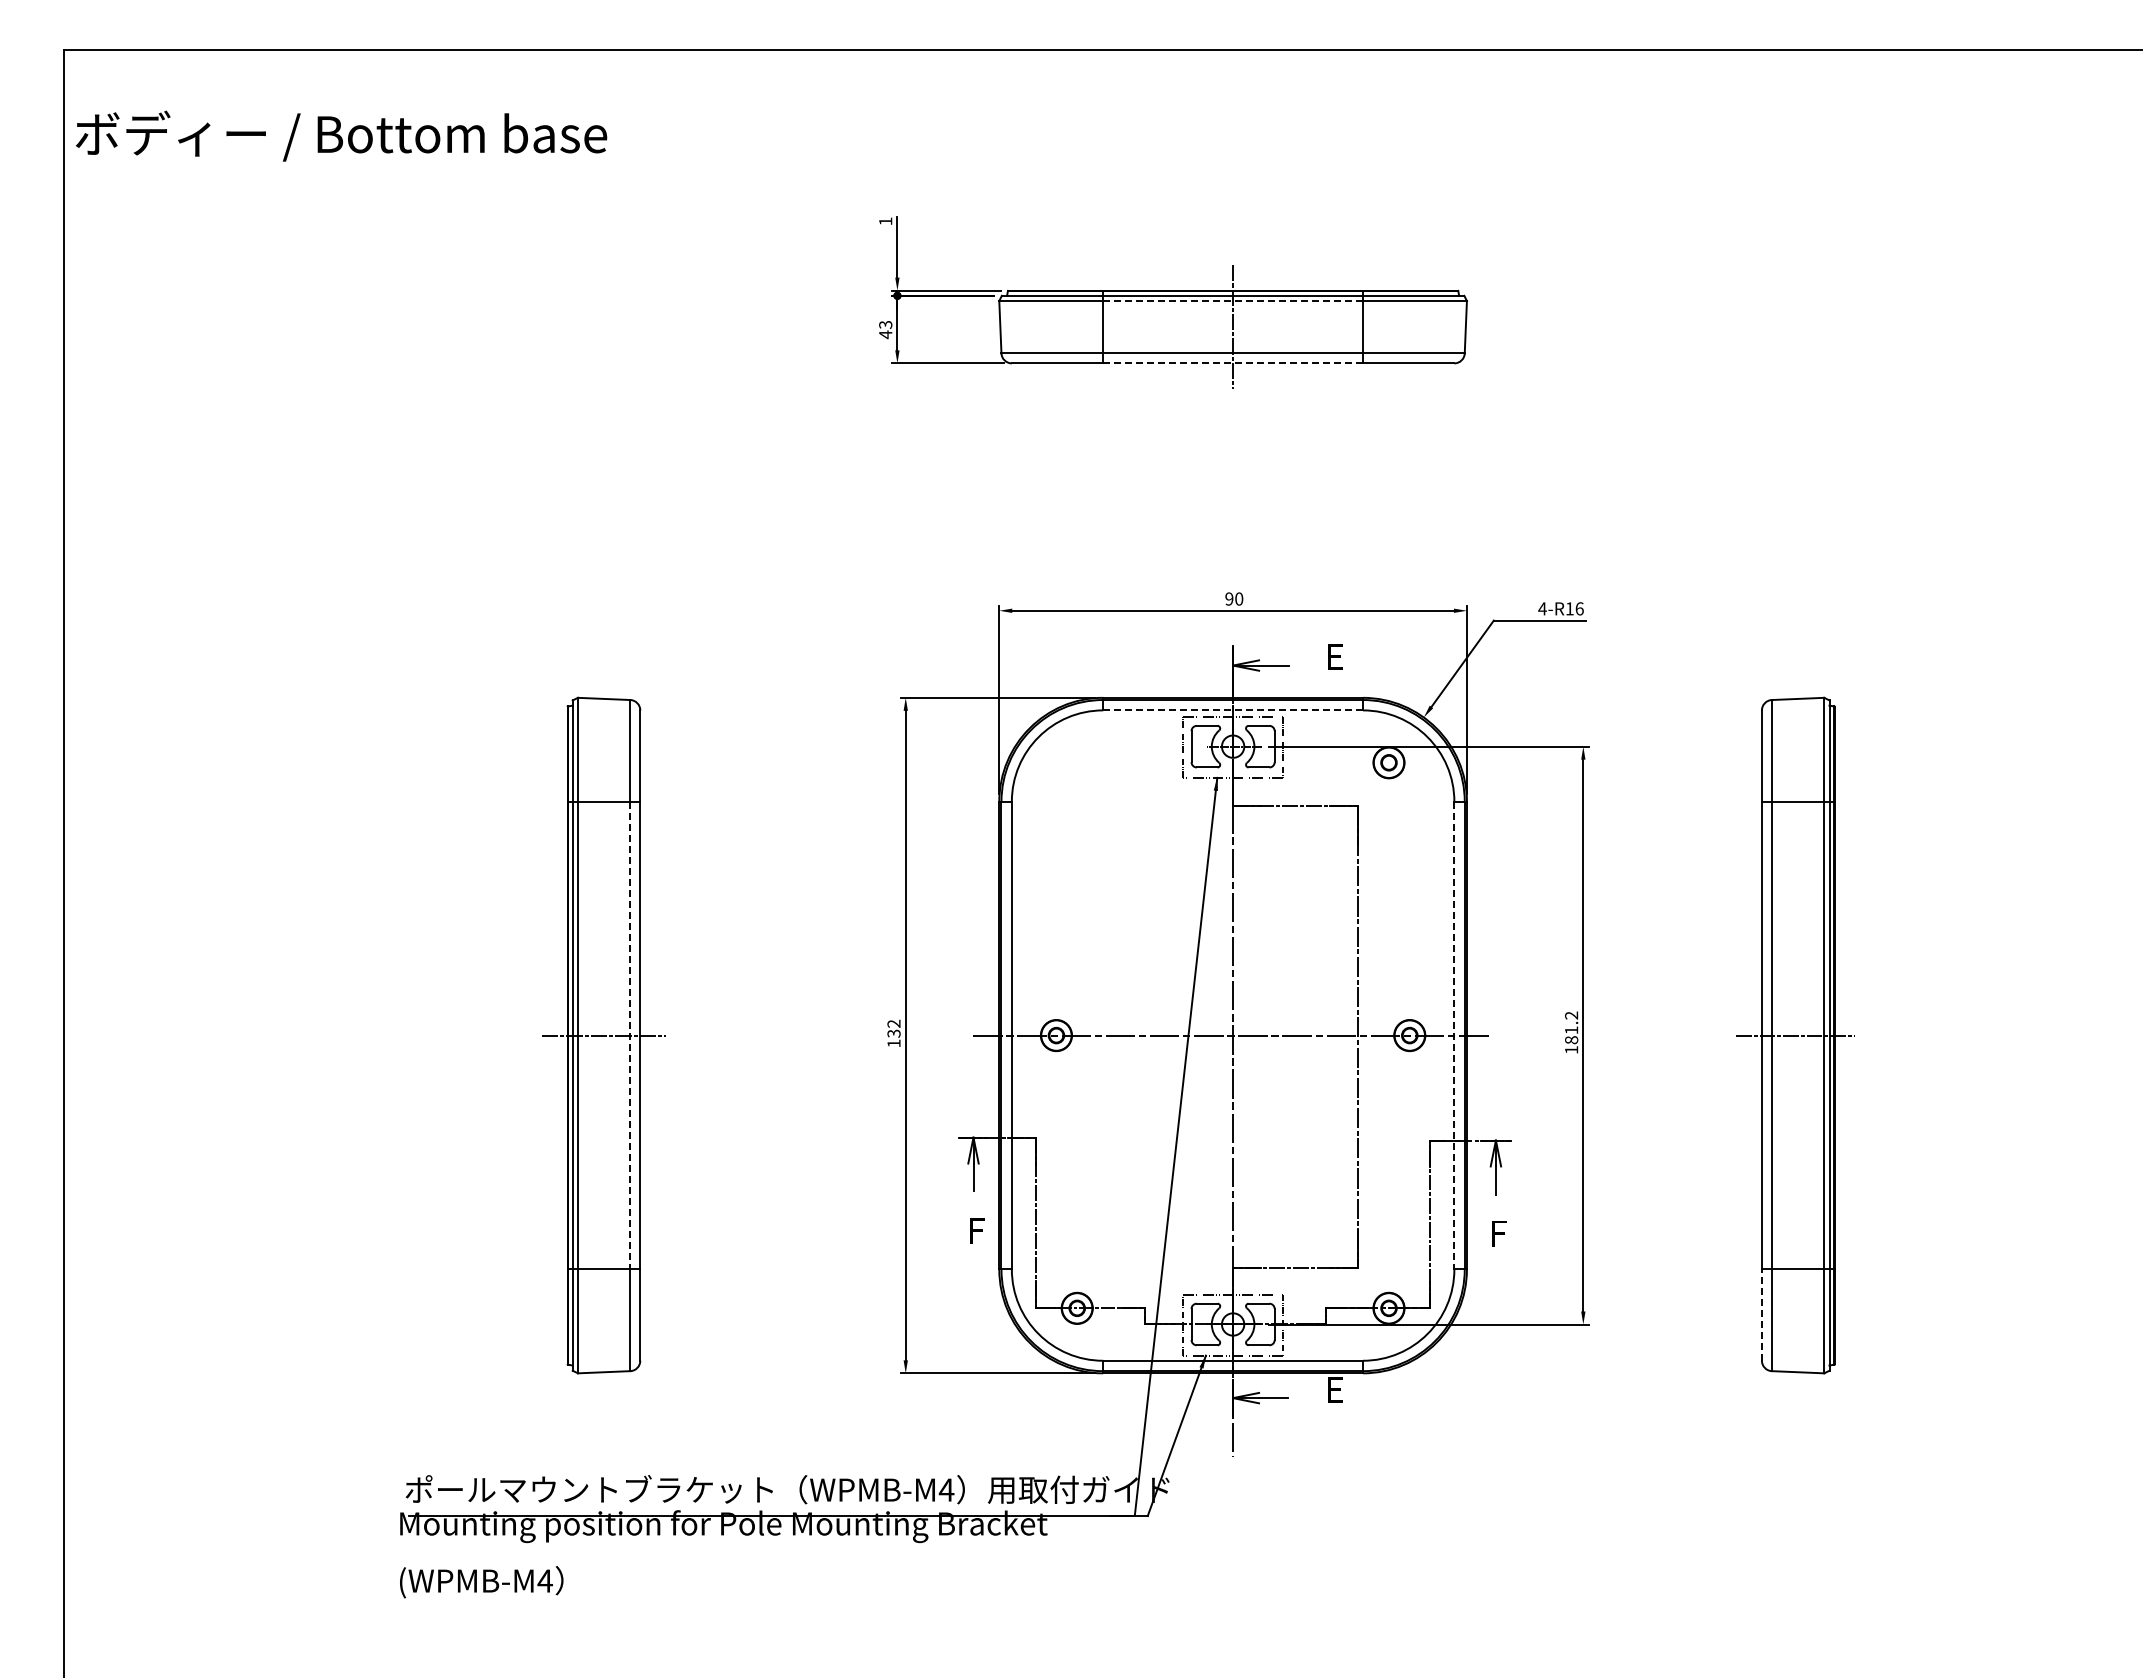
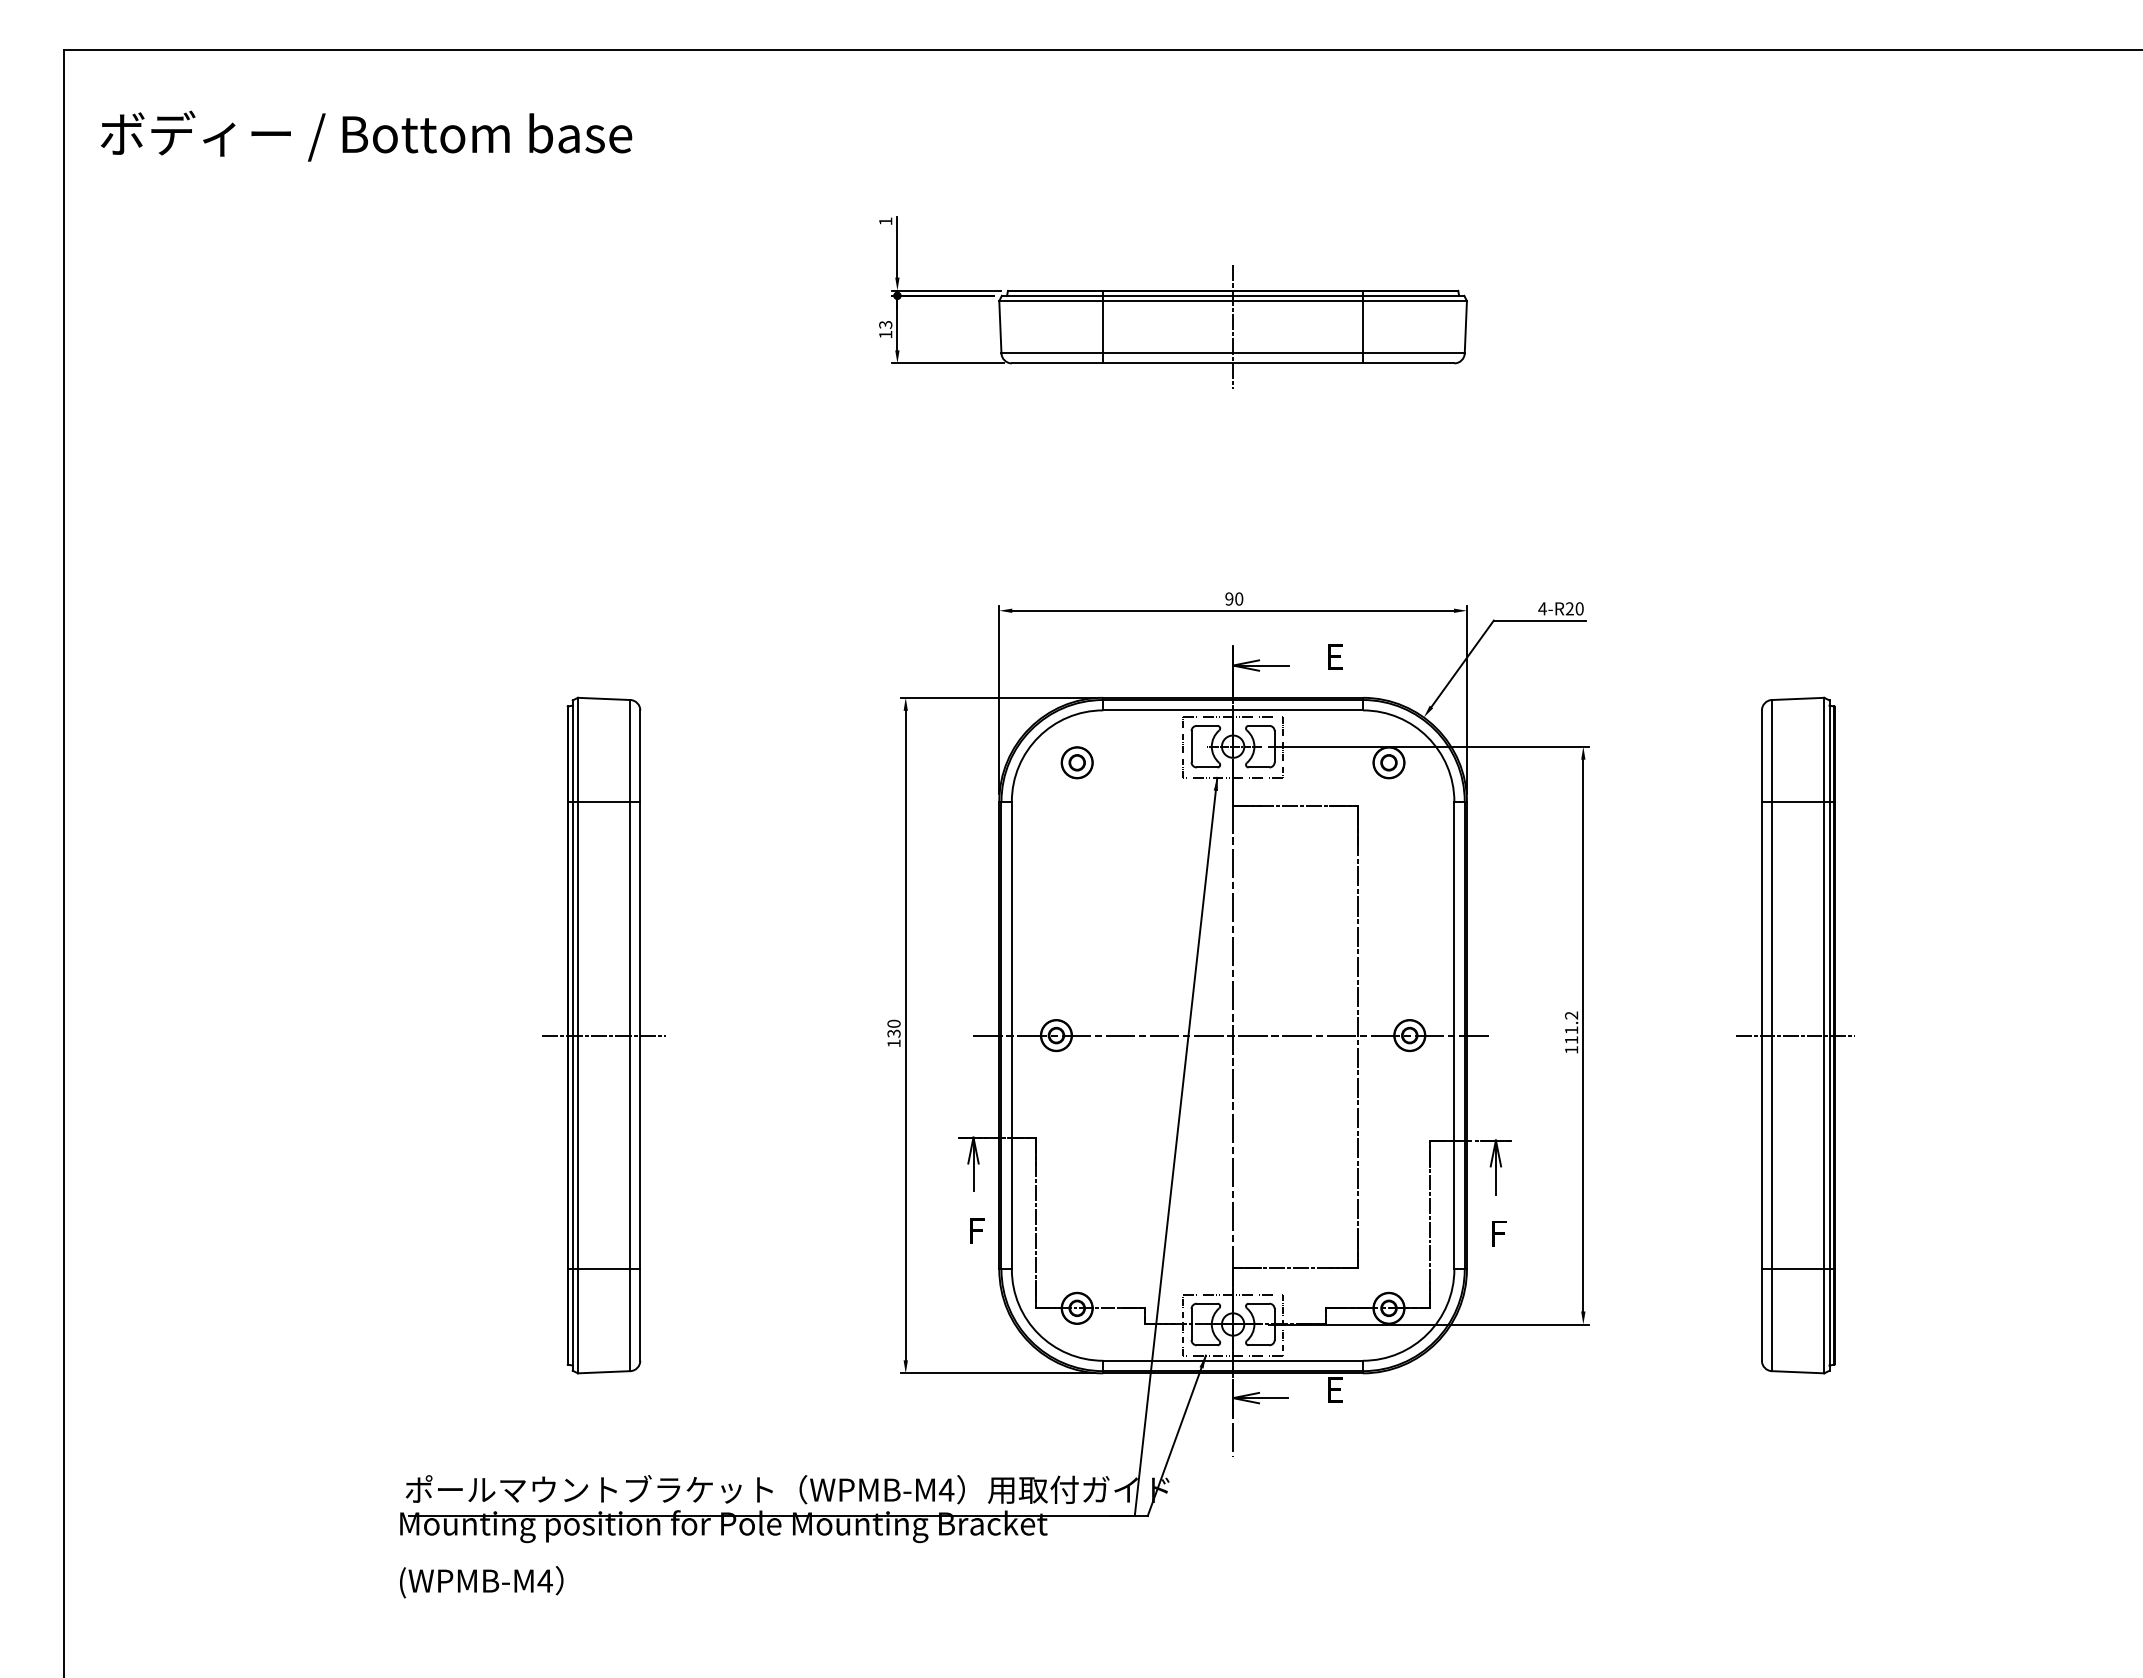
text at (341, 135) position: (341, 135) -> (366, 135)
line at (1233, 301): dashed -> solid
text at (885, 334): 43 -> 13
line at (1233, 363): dashed -> solid
text at (1574, 608): 4-R16 -> 4-R20
line at (1233, 710): dashed -> solid
part at (1076, 762): none -> present
text at (893, 1023): 132 -> 130
line at (630, 1035): dashed -> solid
line at (1454, 1035): dashed -> solid
text at (1571, 1040): 181.2 -> 111.2
line at (1761, 1315): dashed -> solid
